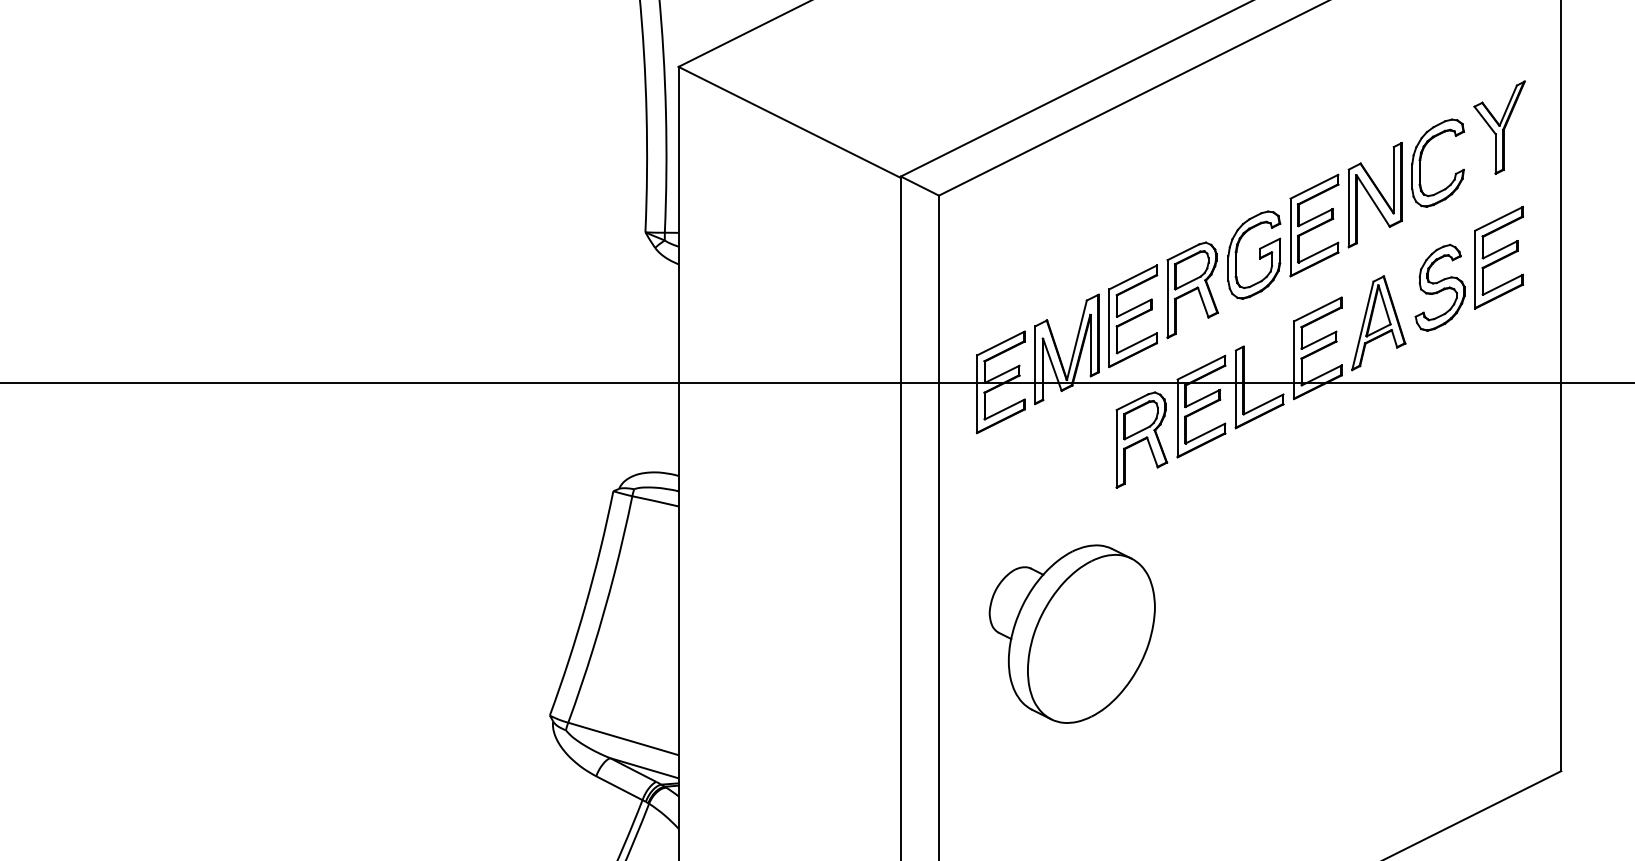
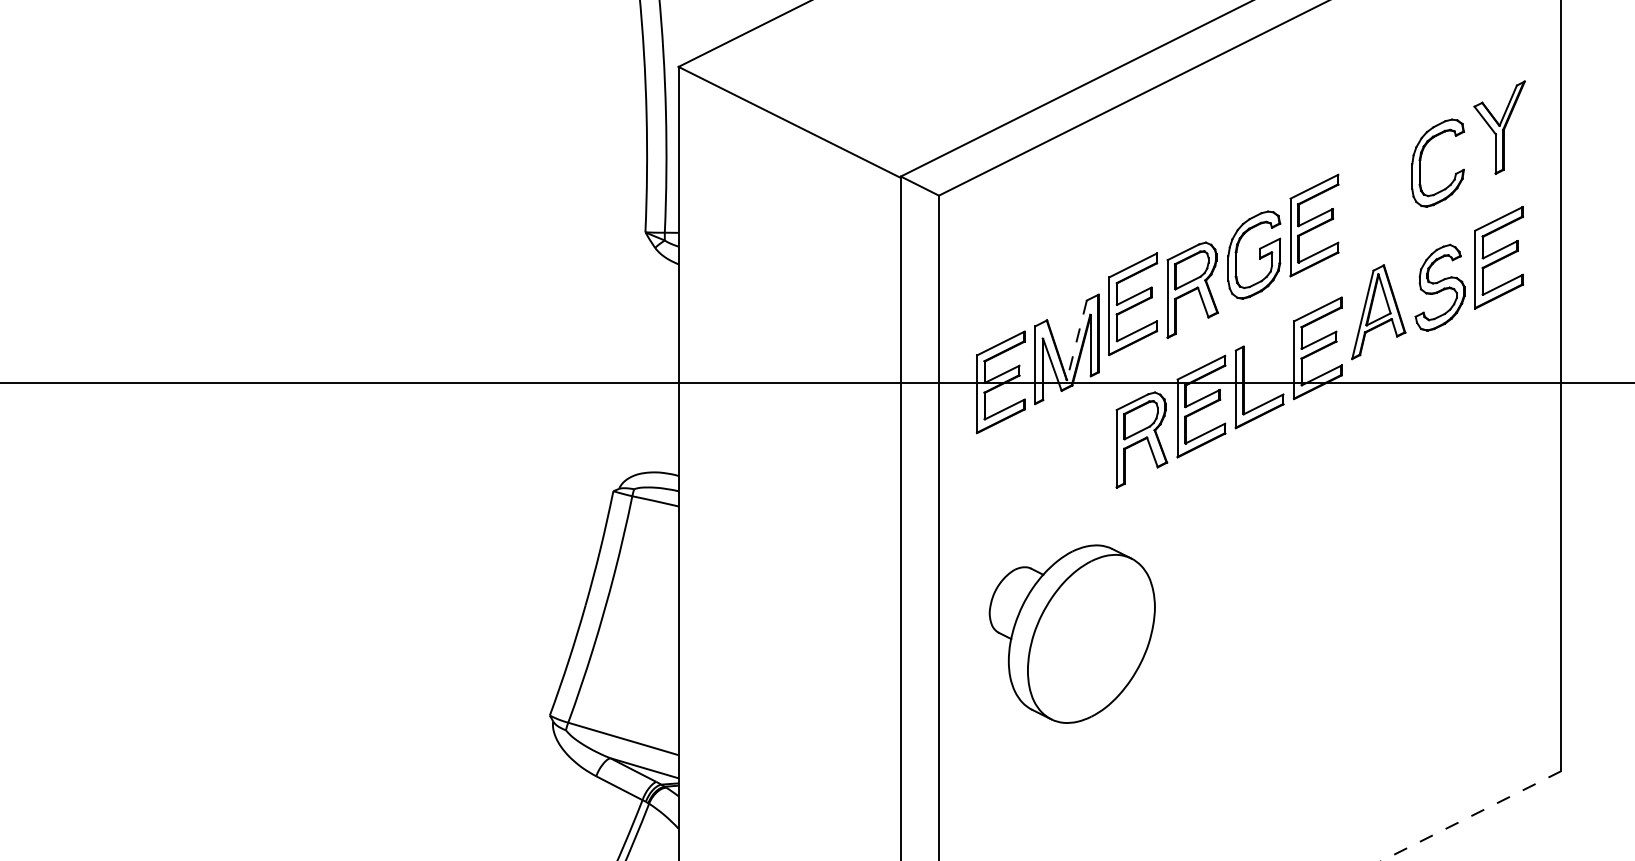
part at (1374, 195): present -> none
part at (1133, 316) position: (1133, 316) -> (1133, 304)
part at (1378, 323) position: (1378, 323) -> (1378, 312)
line at (1076, 340): solid -> dashed
line at (1471, 816): solid -> dashed
